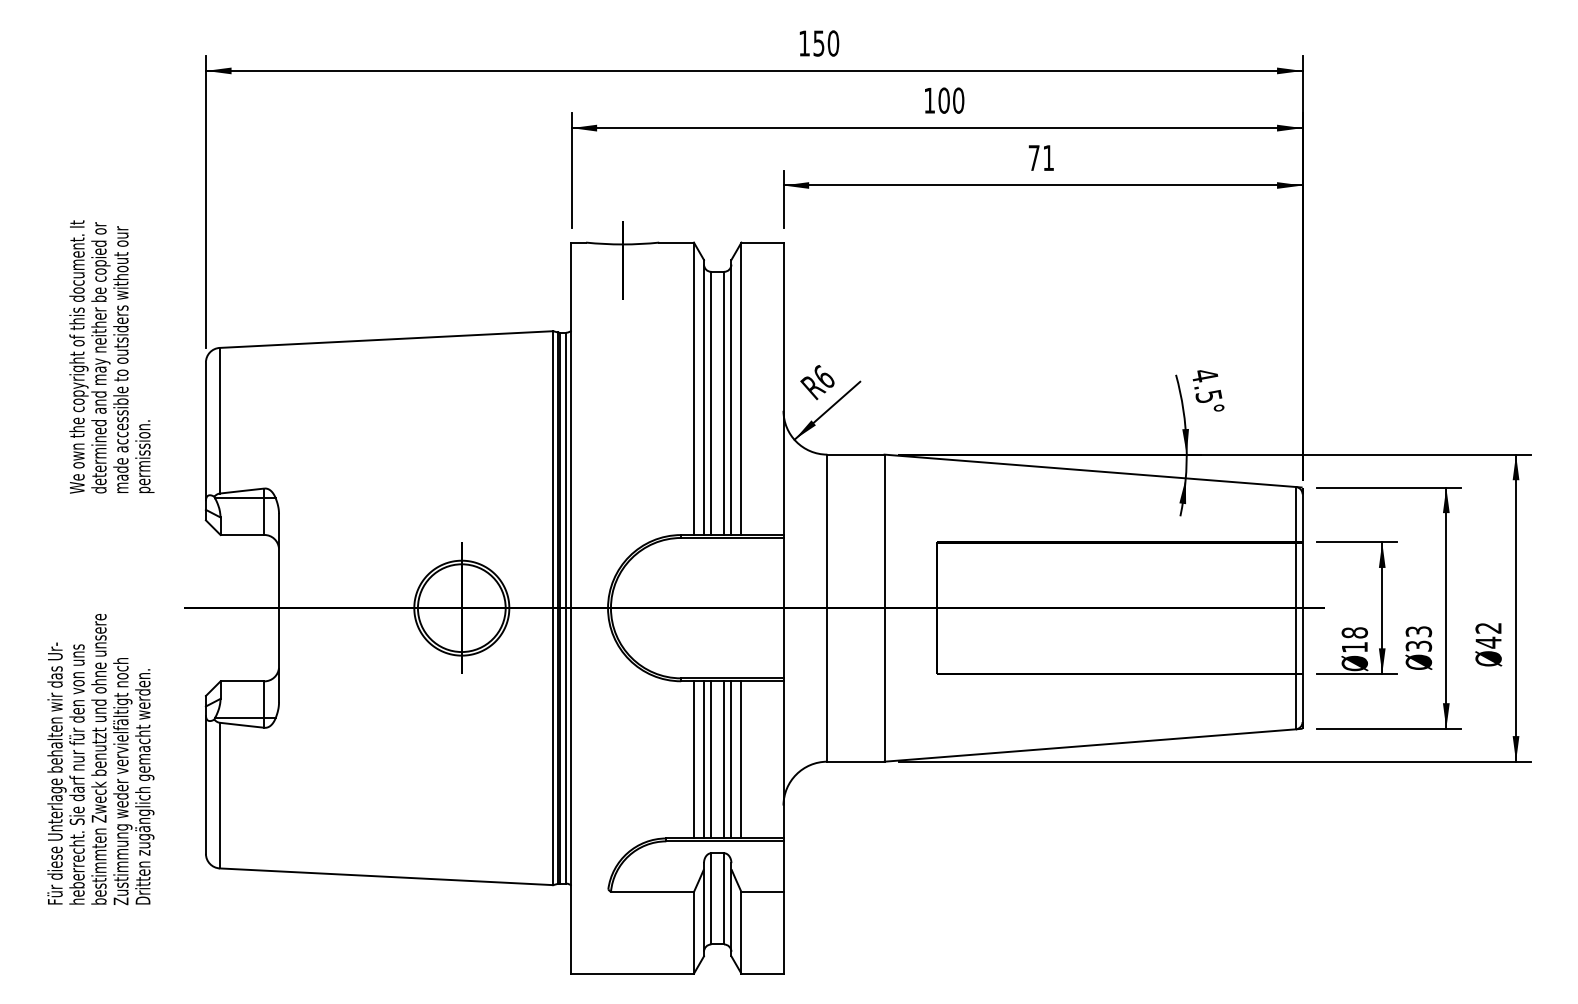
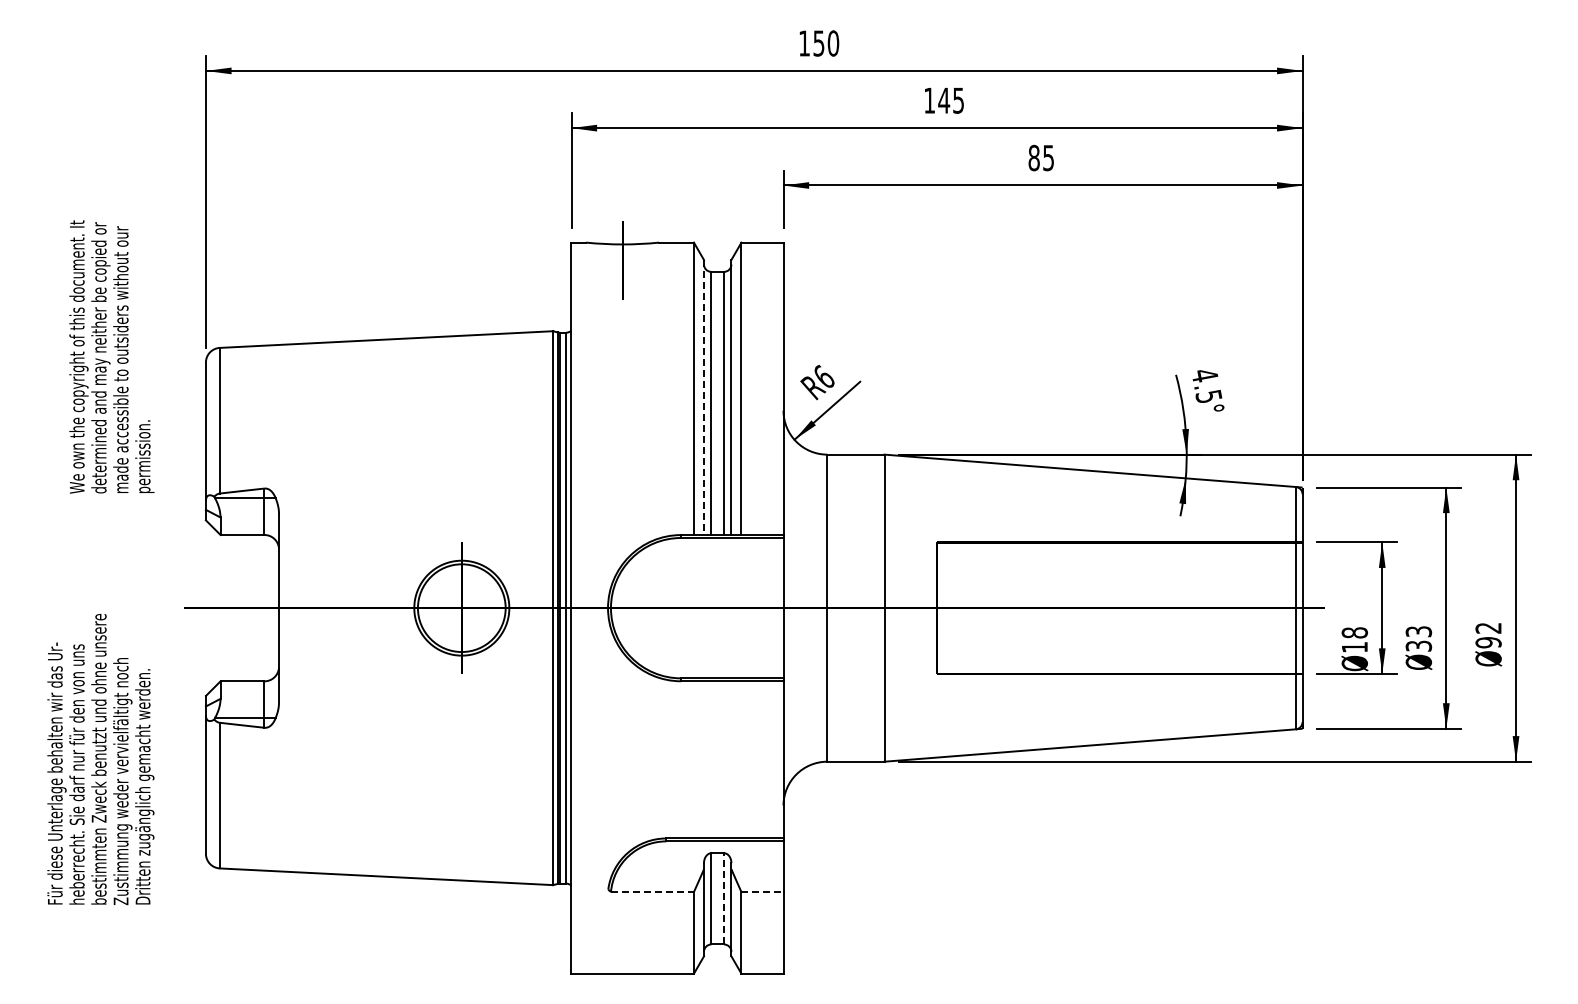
text at (951, 100): 100 -> 145
text at (1040, 157): 71 -> 85
line at (704, 397): solid -> dashed
text at (1488, 642): 42 -> 92
line at (693, 759): present -> none
line at (704, 759): present -> none
line at (711, 759): present -> none
line at (724, 759): present -> none
line at (731, 759): present -> none
line at (741, 759): present -> none
line at (652, 892): solid -> dashed
line at (762, 892): solid -> dashed
line at (724, 898): solid -> dashed
